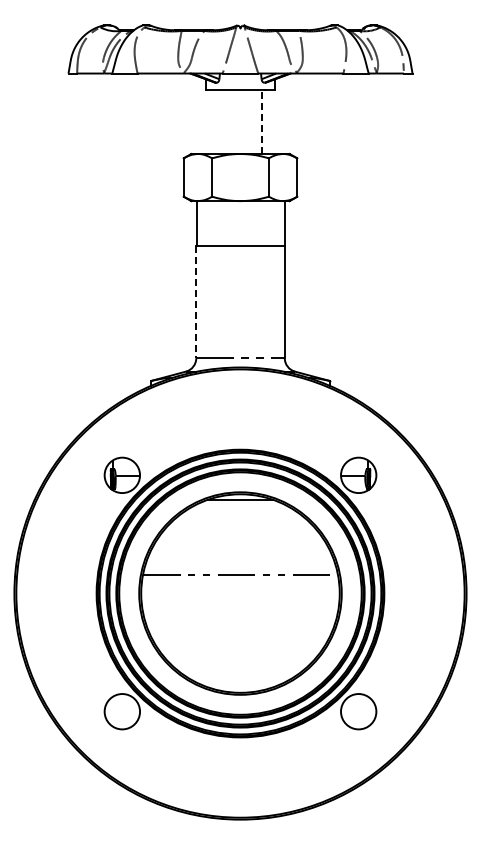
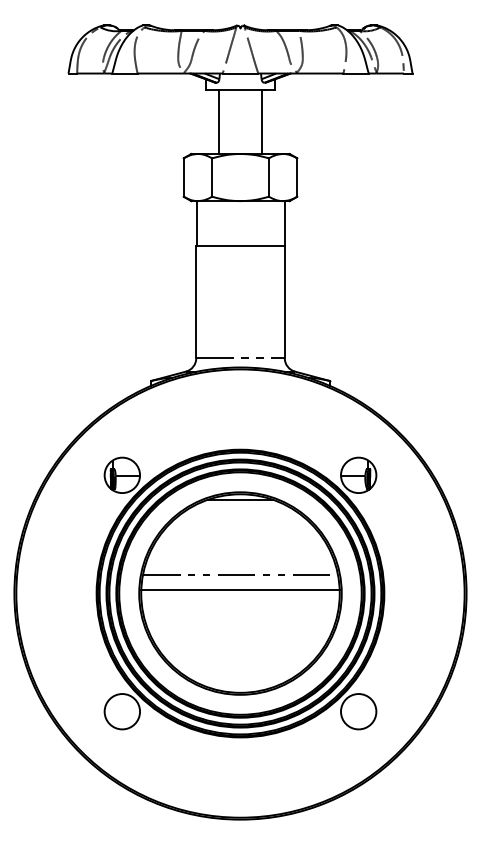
line at (218, 121): none -> present
line at (262, 122): dashed -> solid
line at (196, 302): dashed -> solid
line at (240, 589): none -> present
